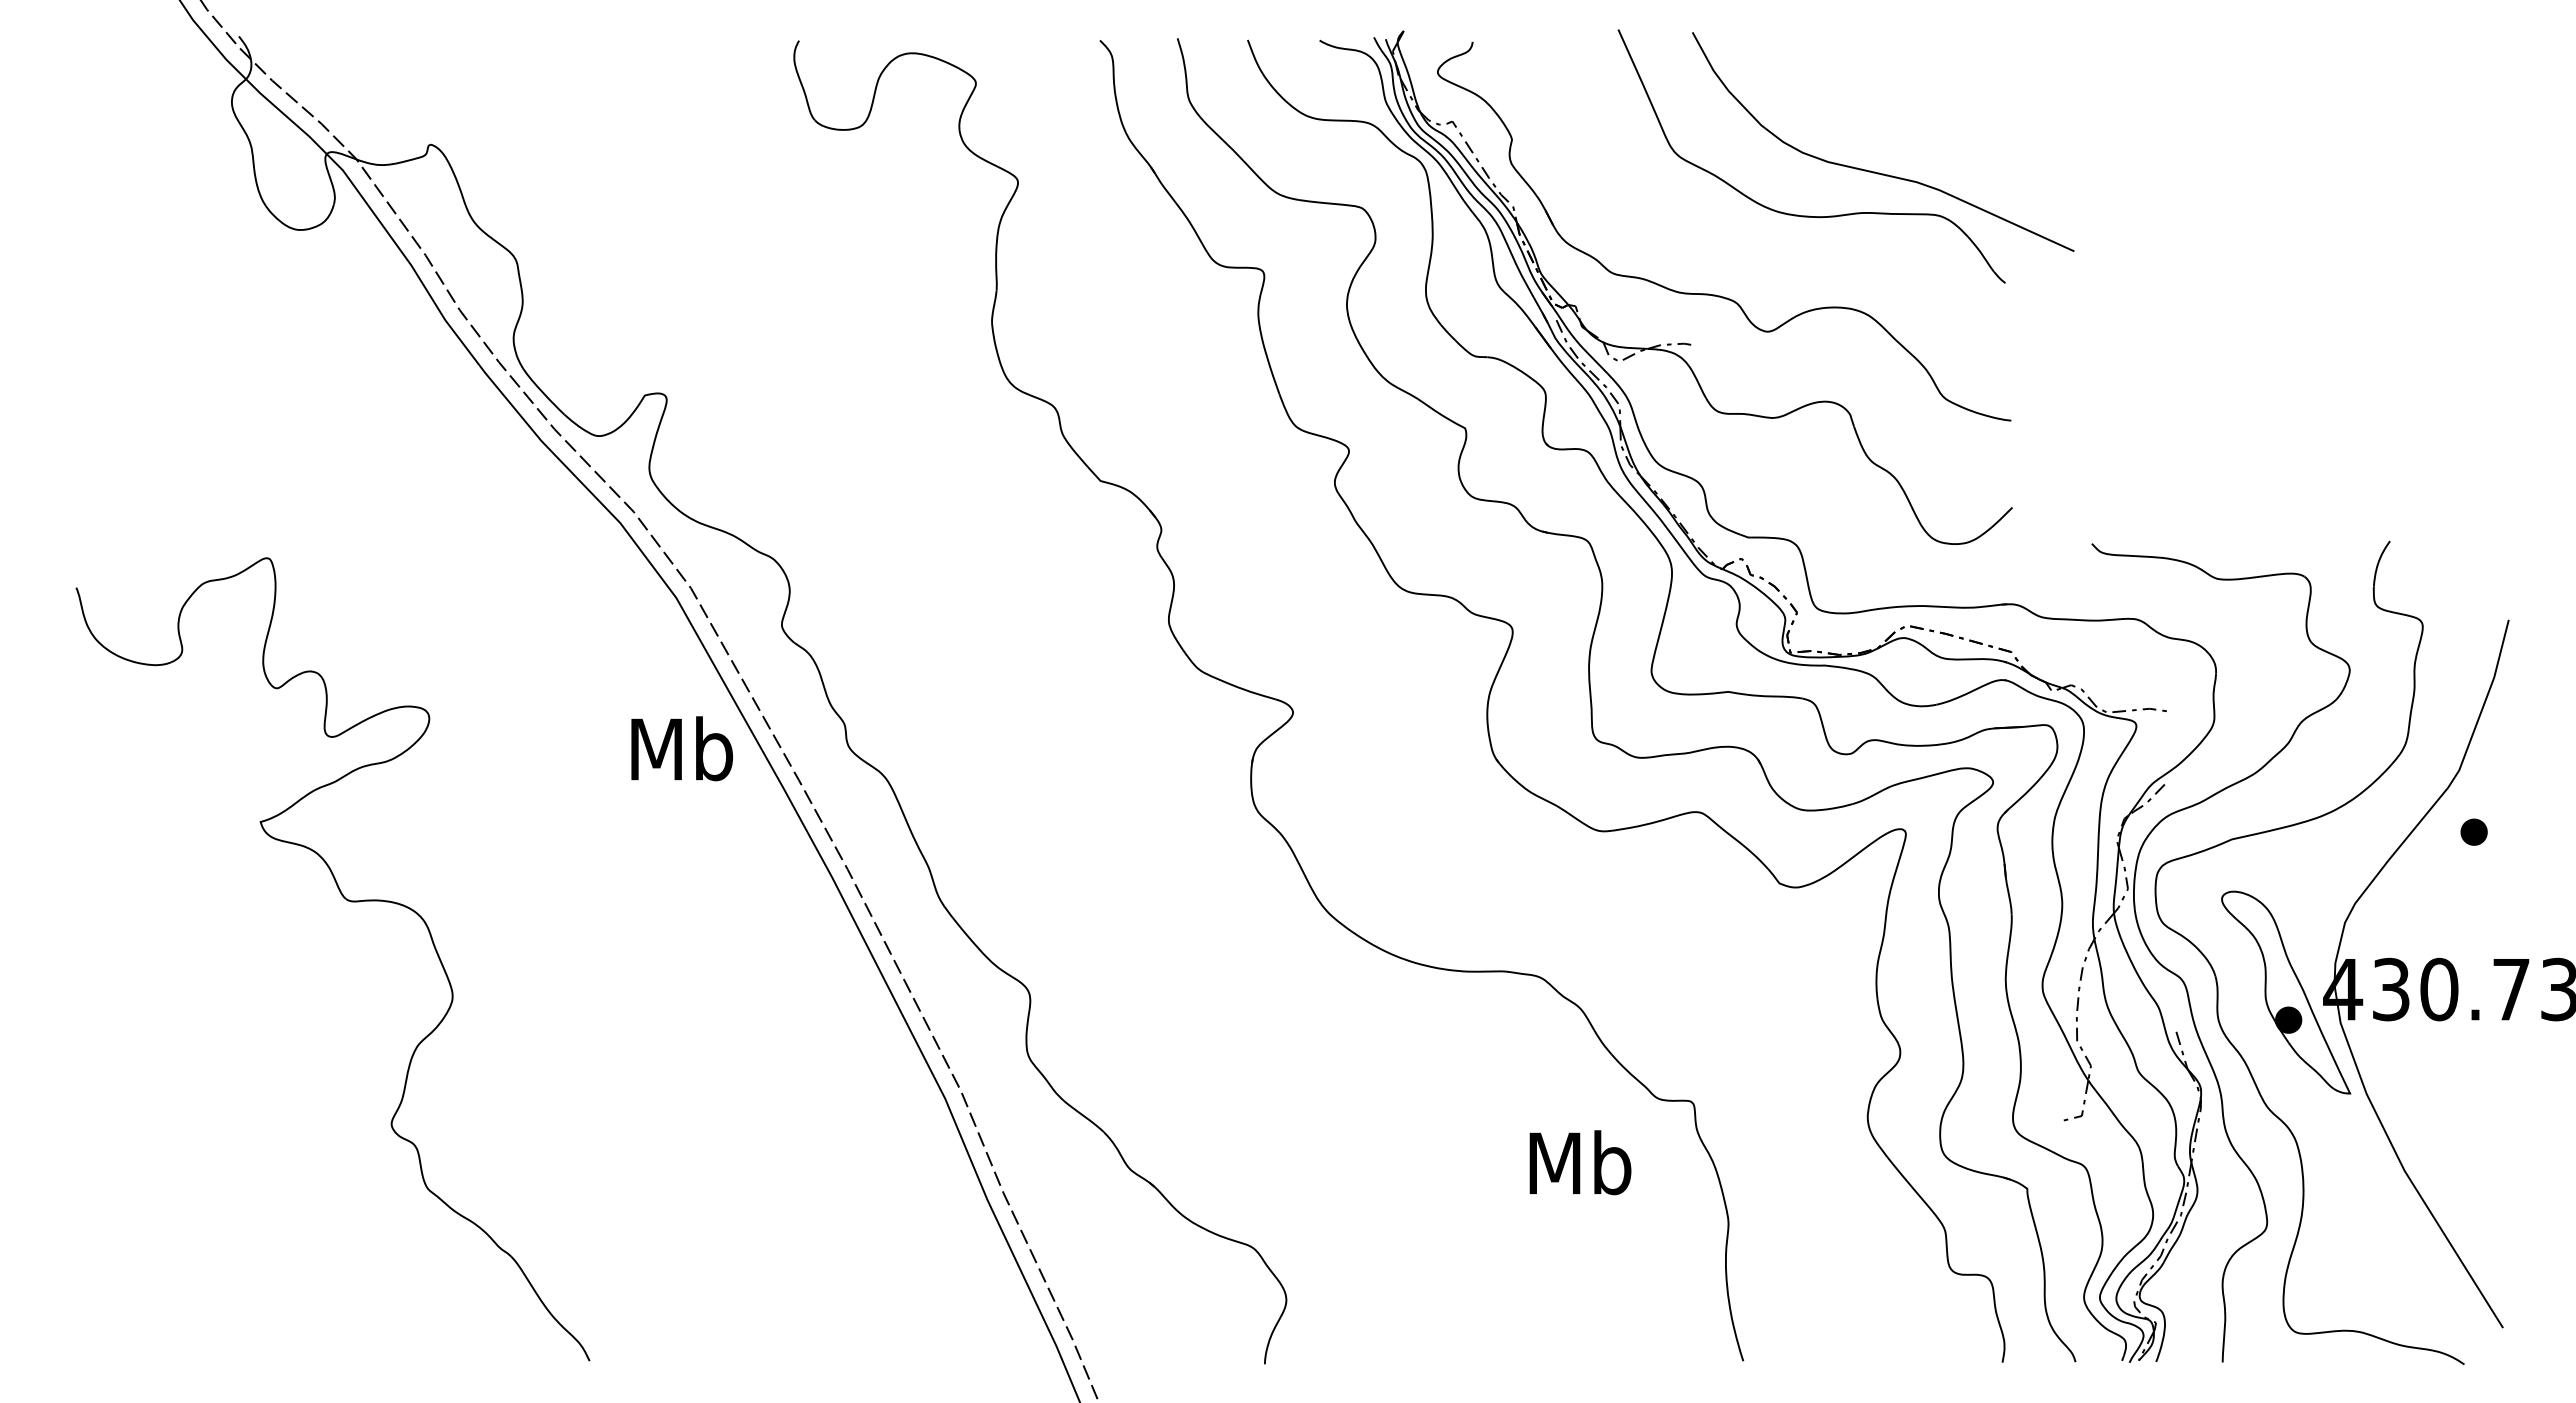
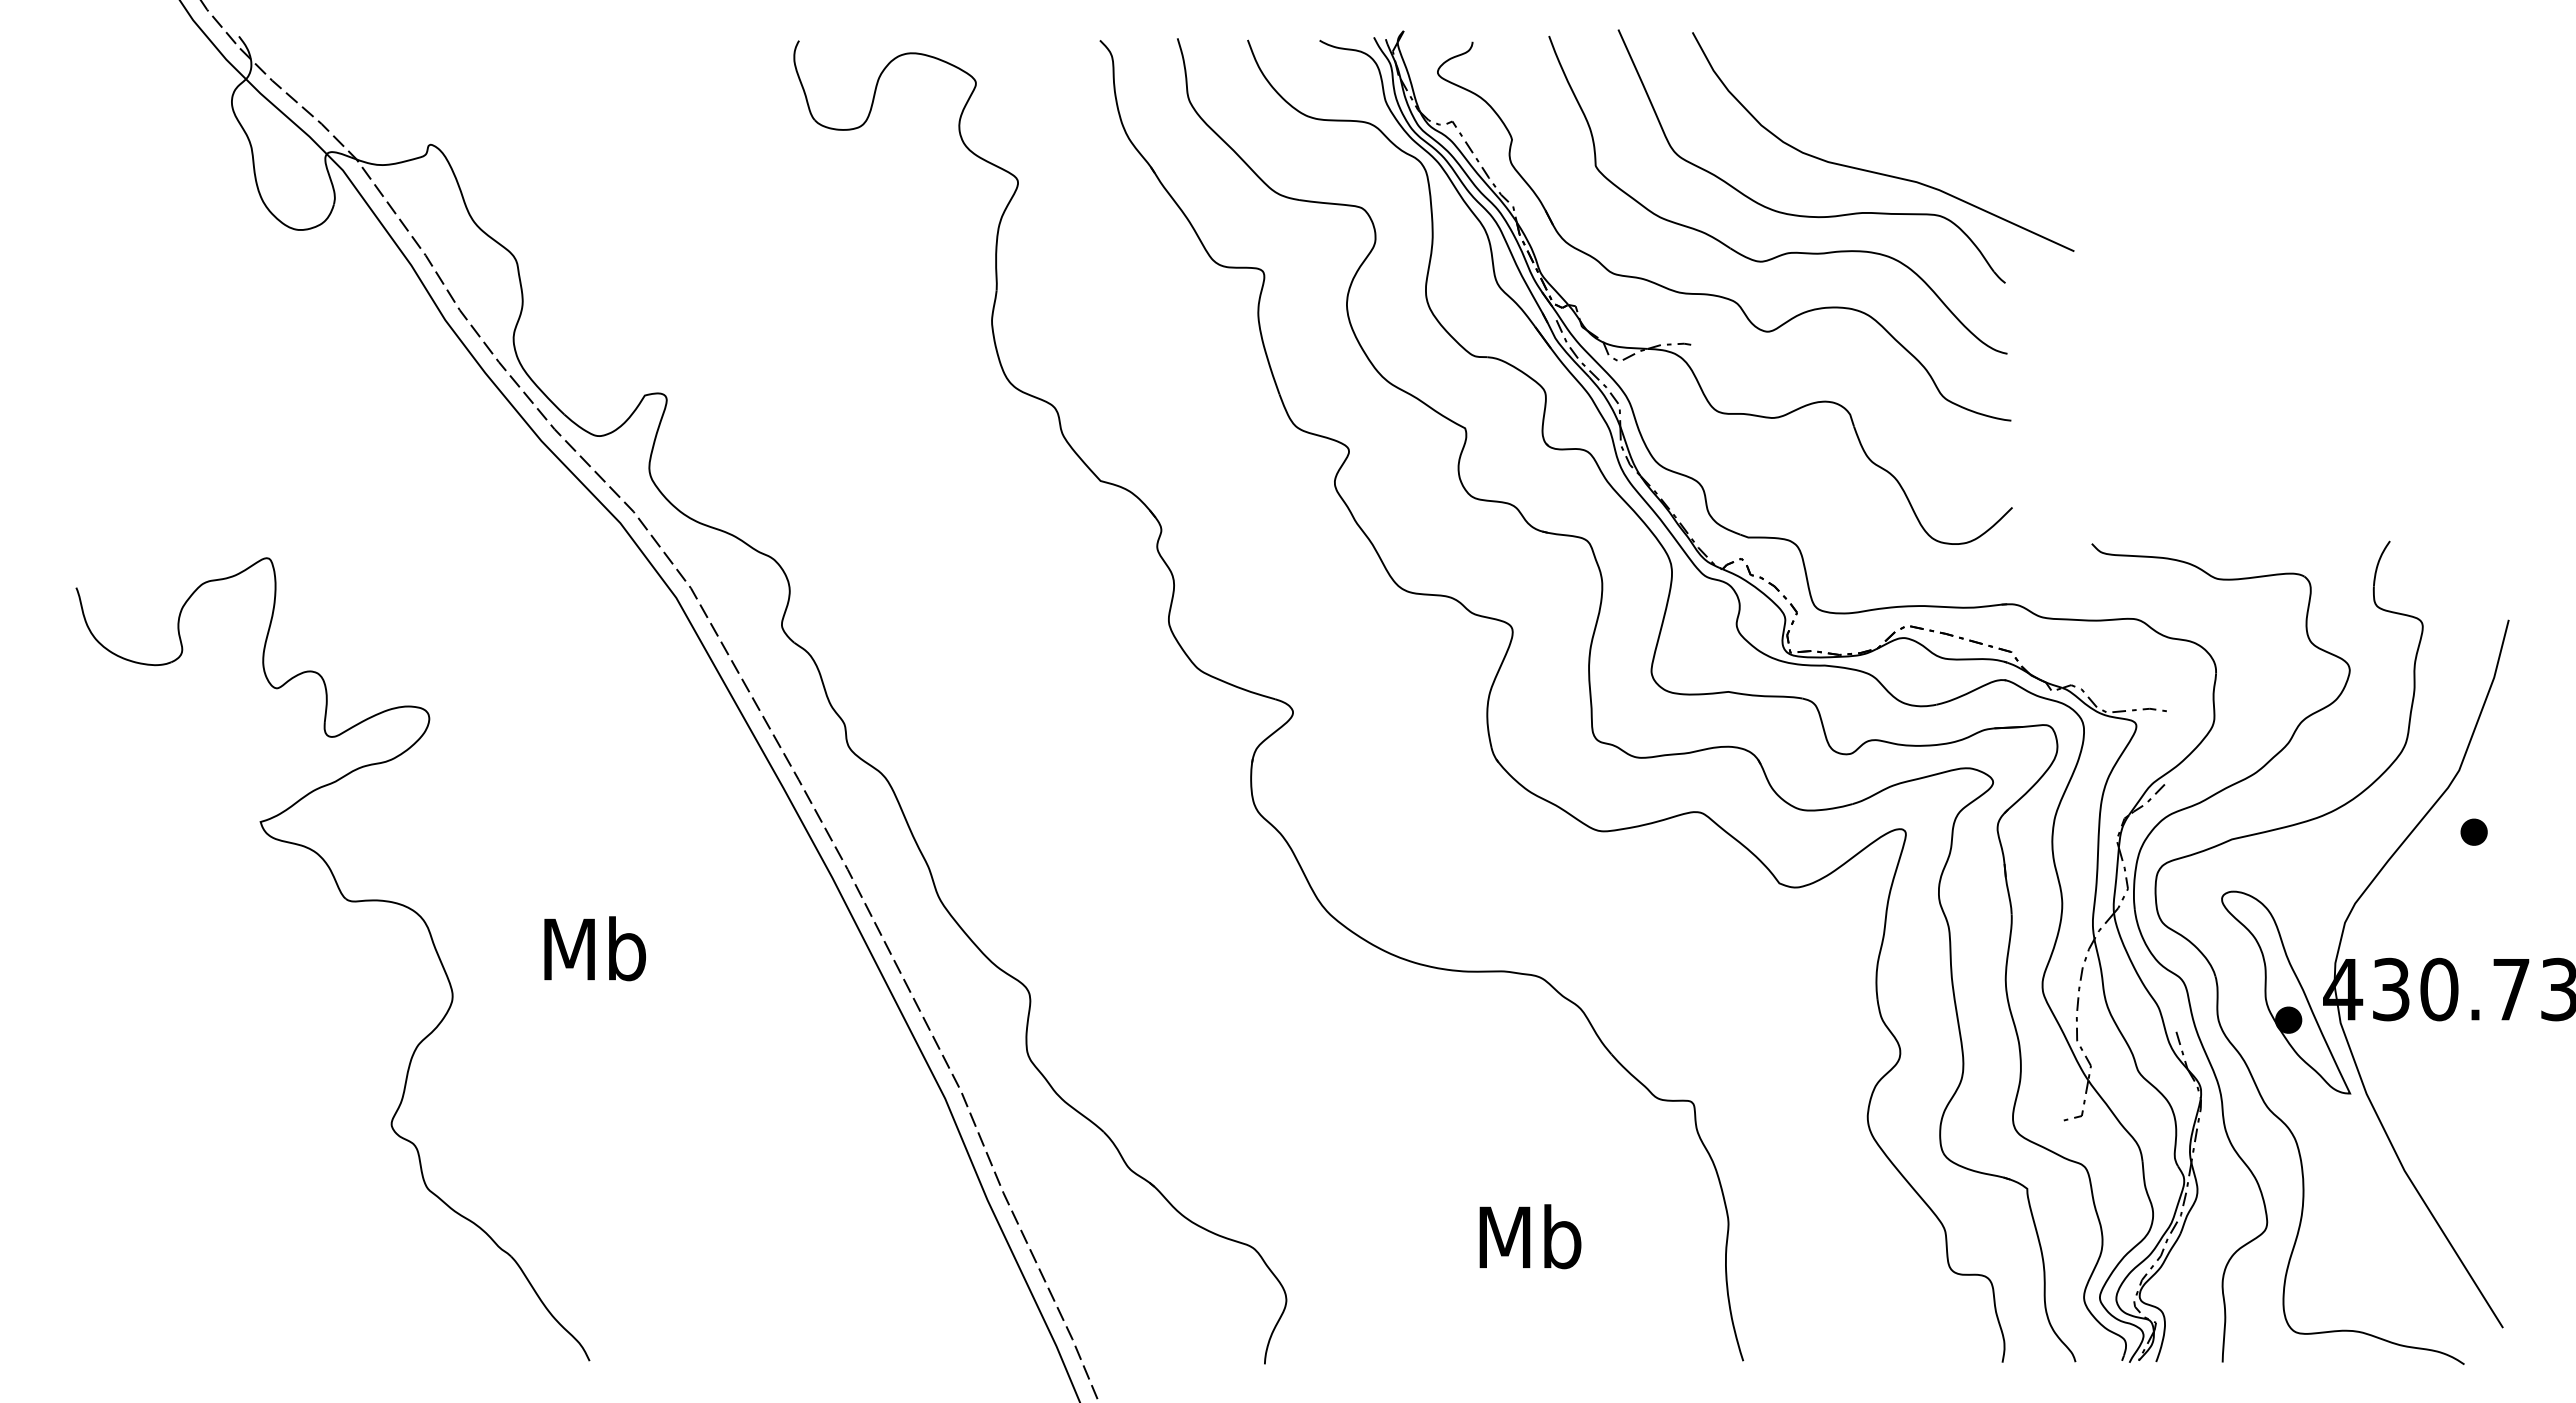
part at (1786, 252): none -> present
text at (681, 748) position: (681, 748) -> (594, 948)
text at (1580, 1162) position: (1580, 1162) -> (1530, 1236)
